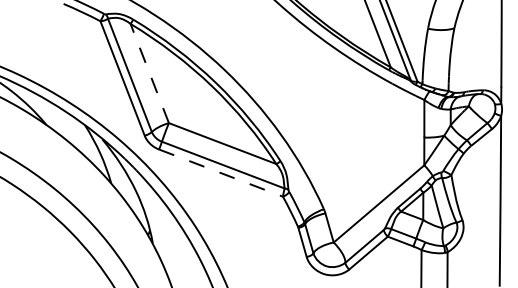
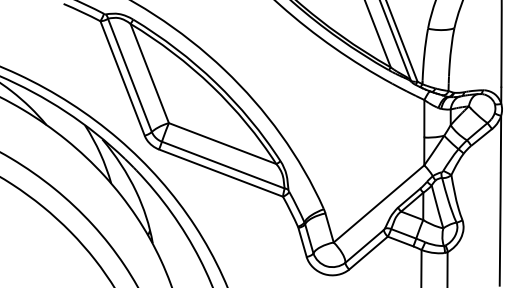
line at (149, 73): dashed -> solid
line at (221, 173): dashed -> solid
